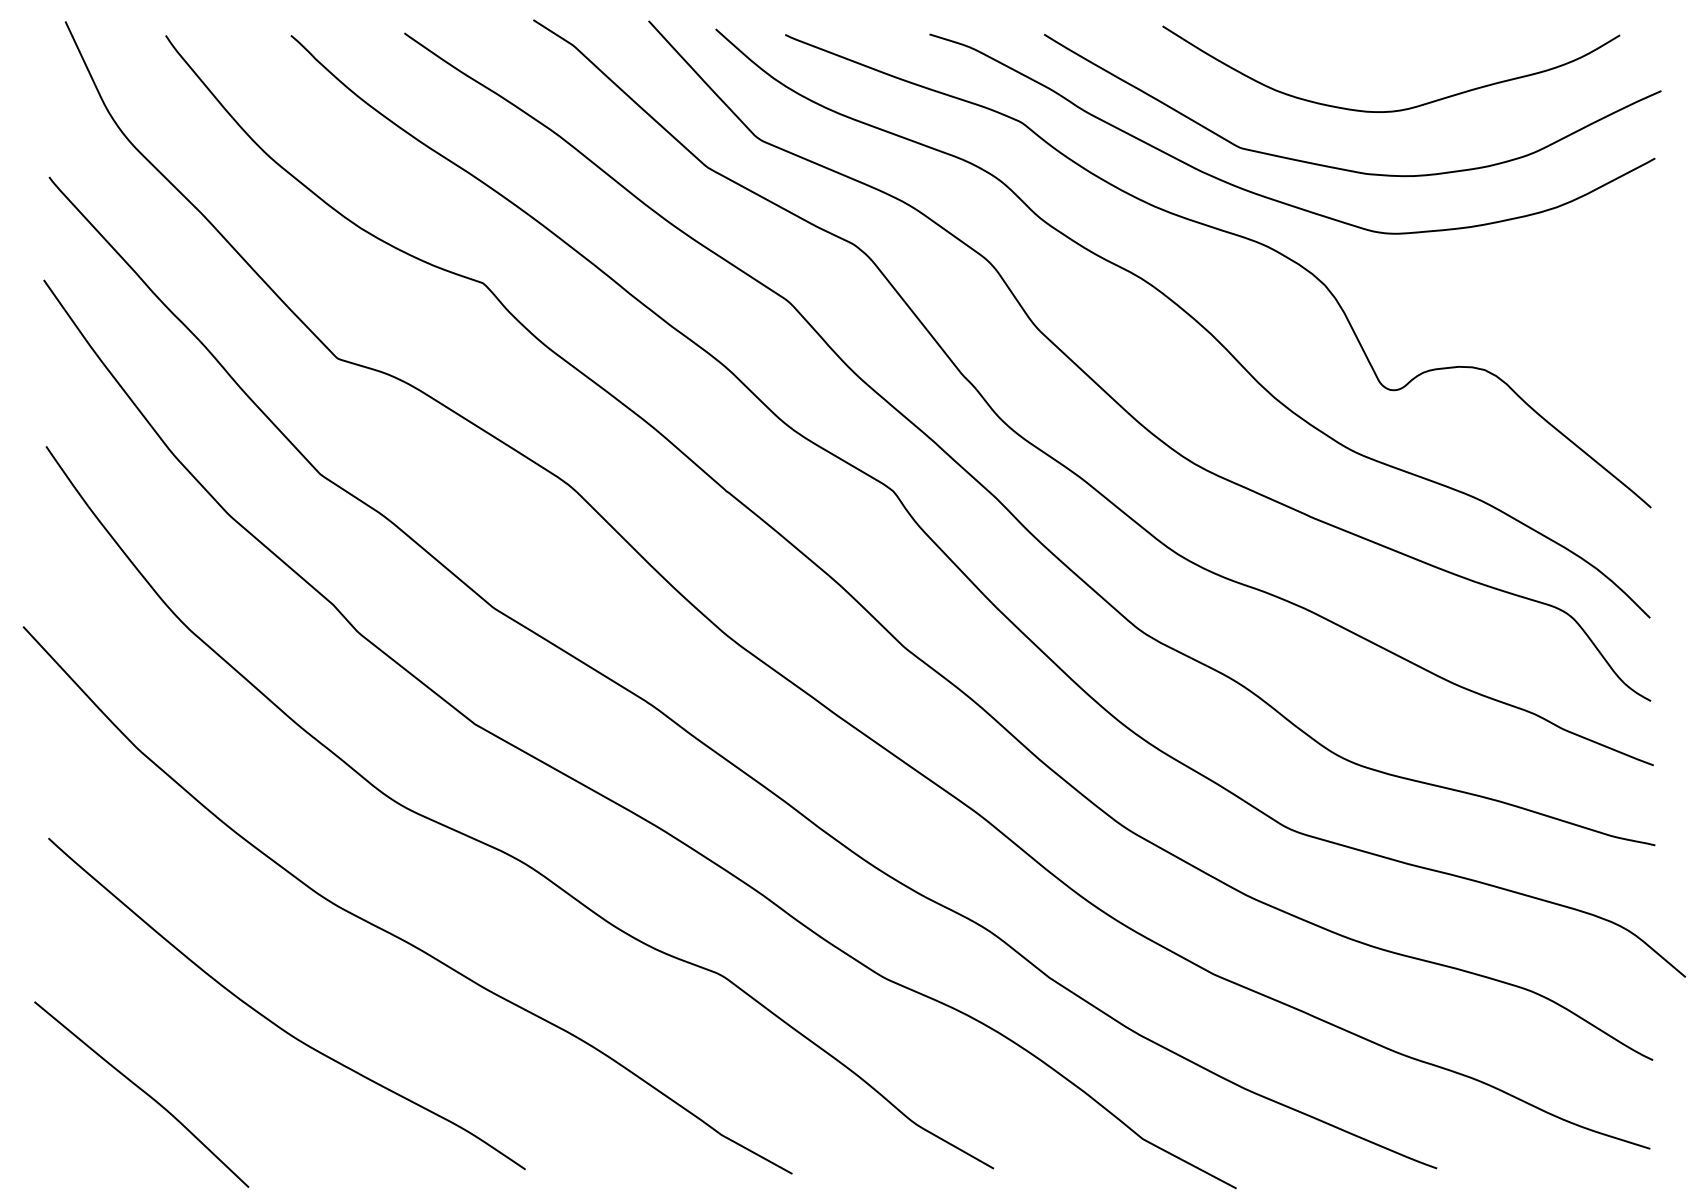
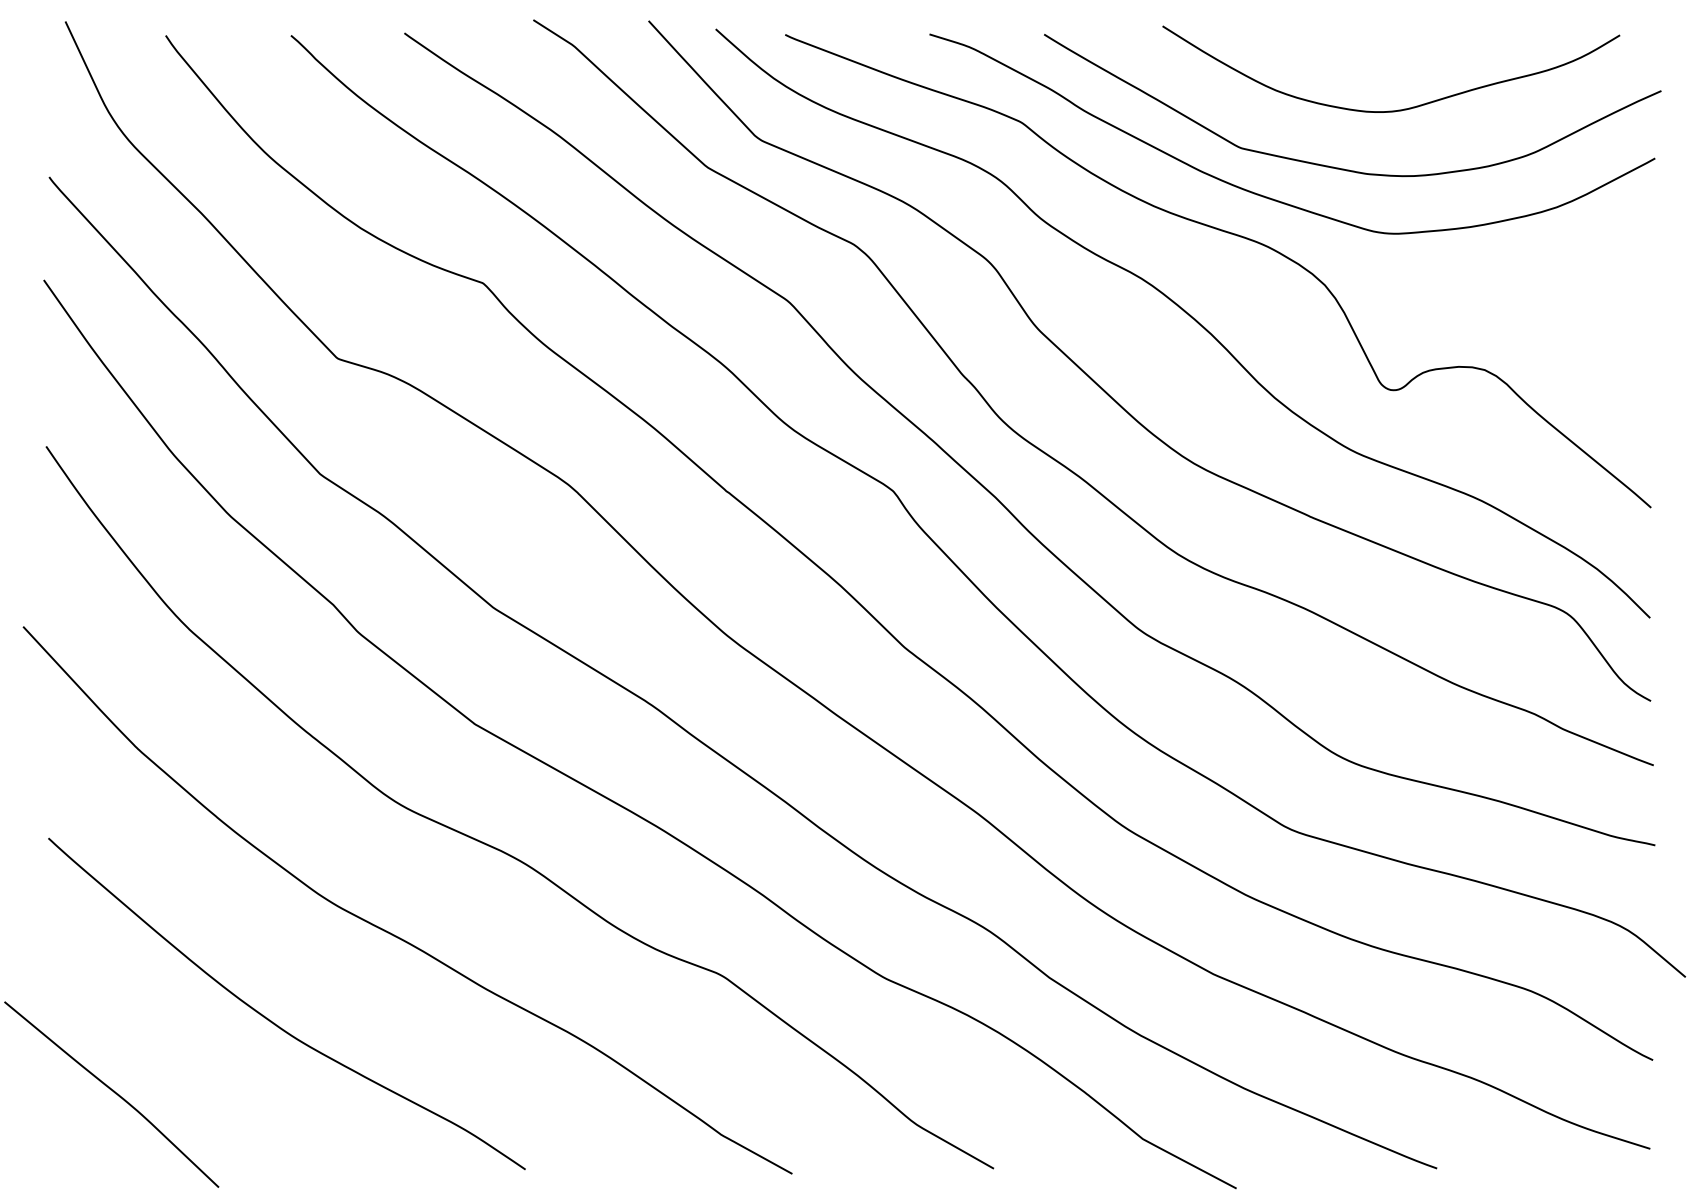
curve at (143, 1092) position: (143, 1092) -> (113, 1092)
